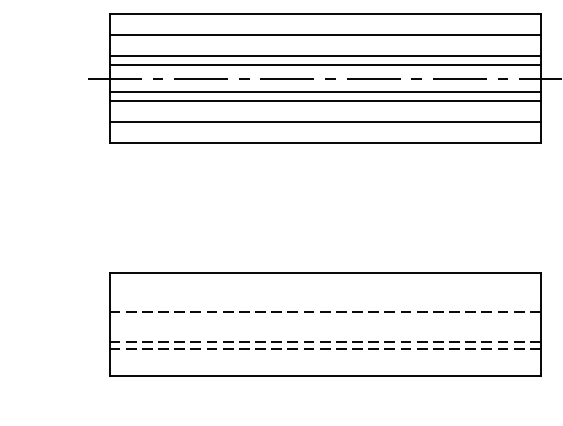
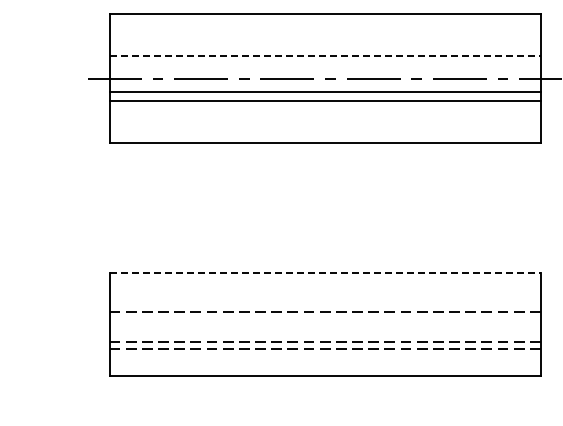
line at (324, 35): present -> none
line at (325, 56): solid -> dashed
line at (324, 64): present -> none
line at (324, 121): present -> none
line at (325, 272): solid -> dashed
